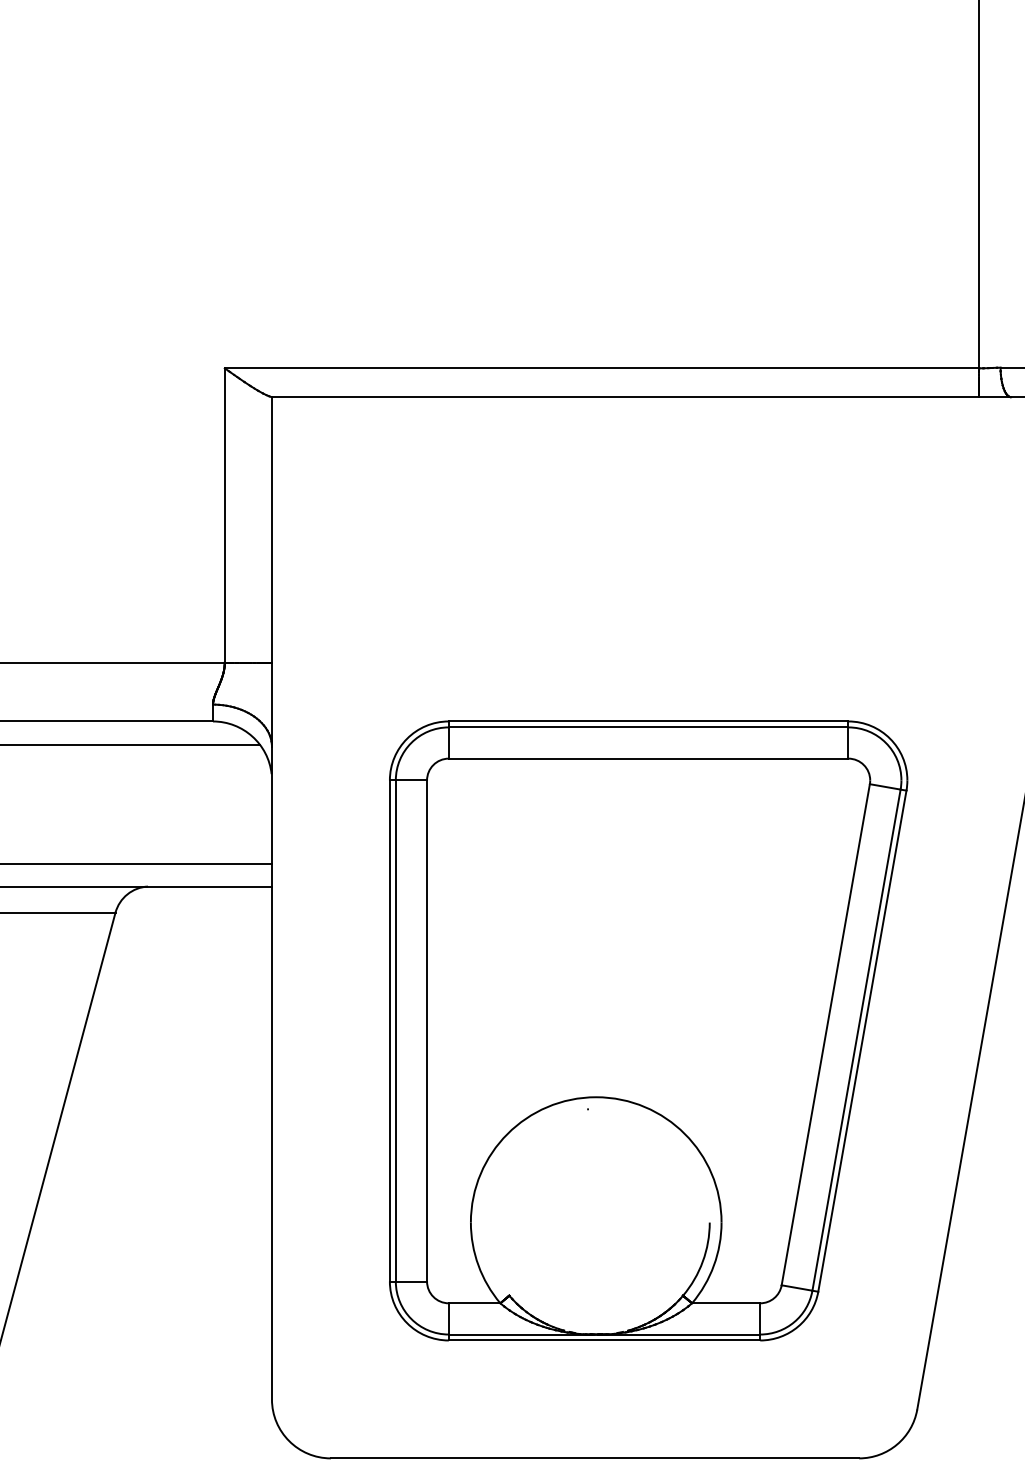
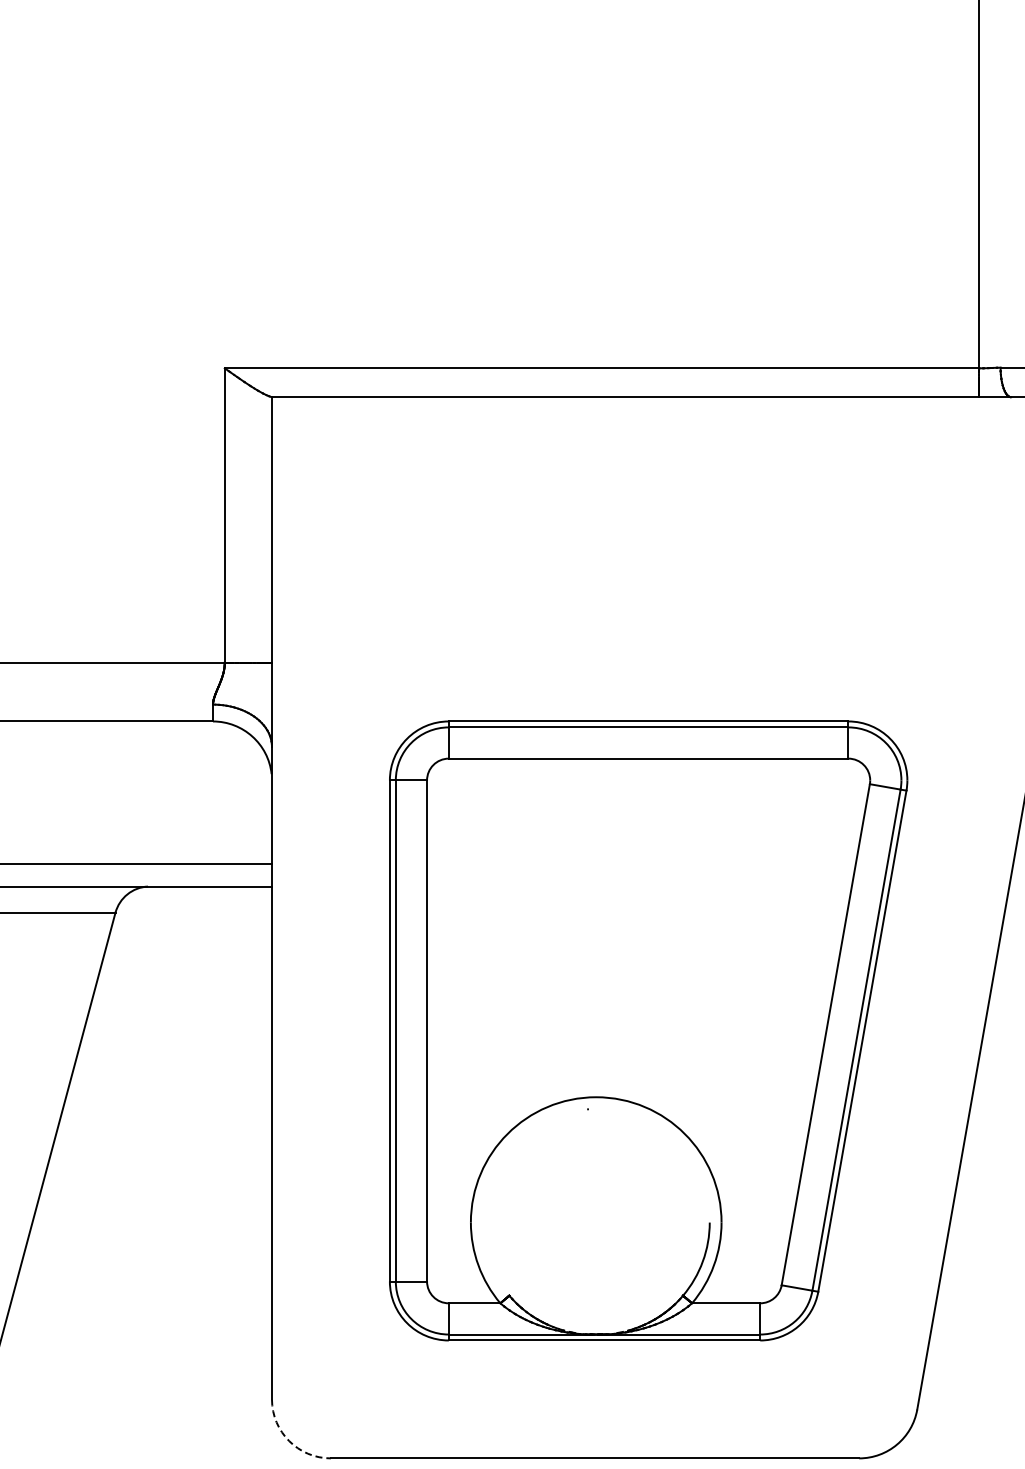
line at (131, 745): present -> none
arc at (289, 1441): solid -> dashed
